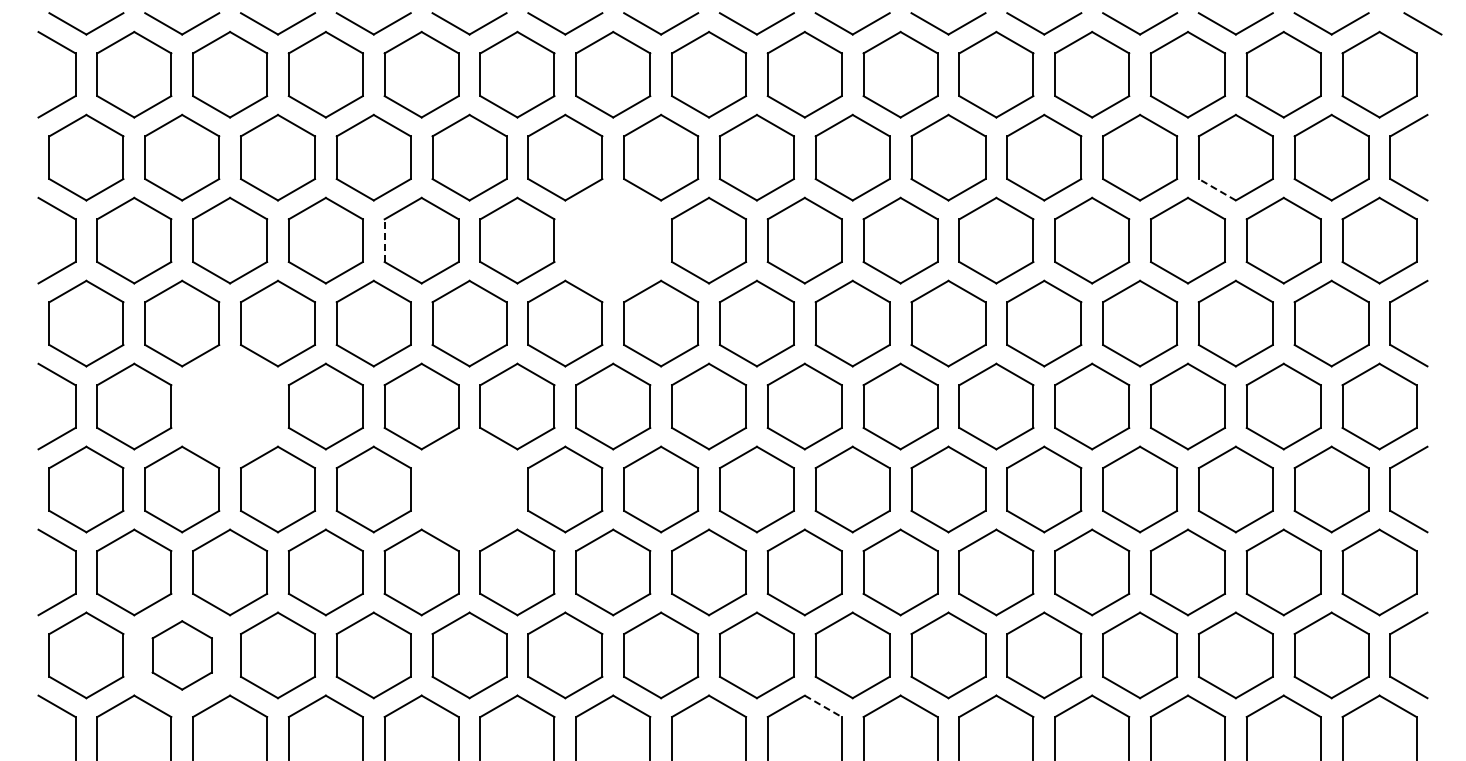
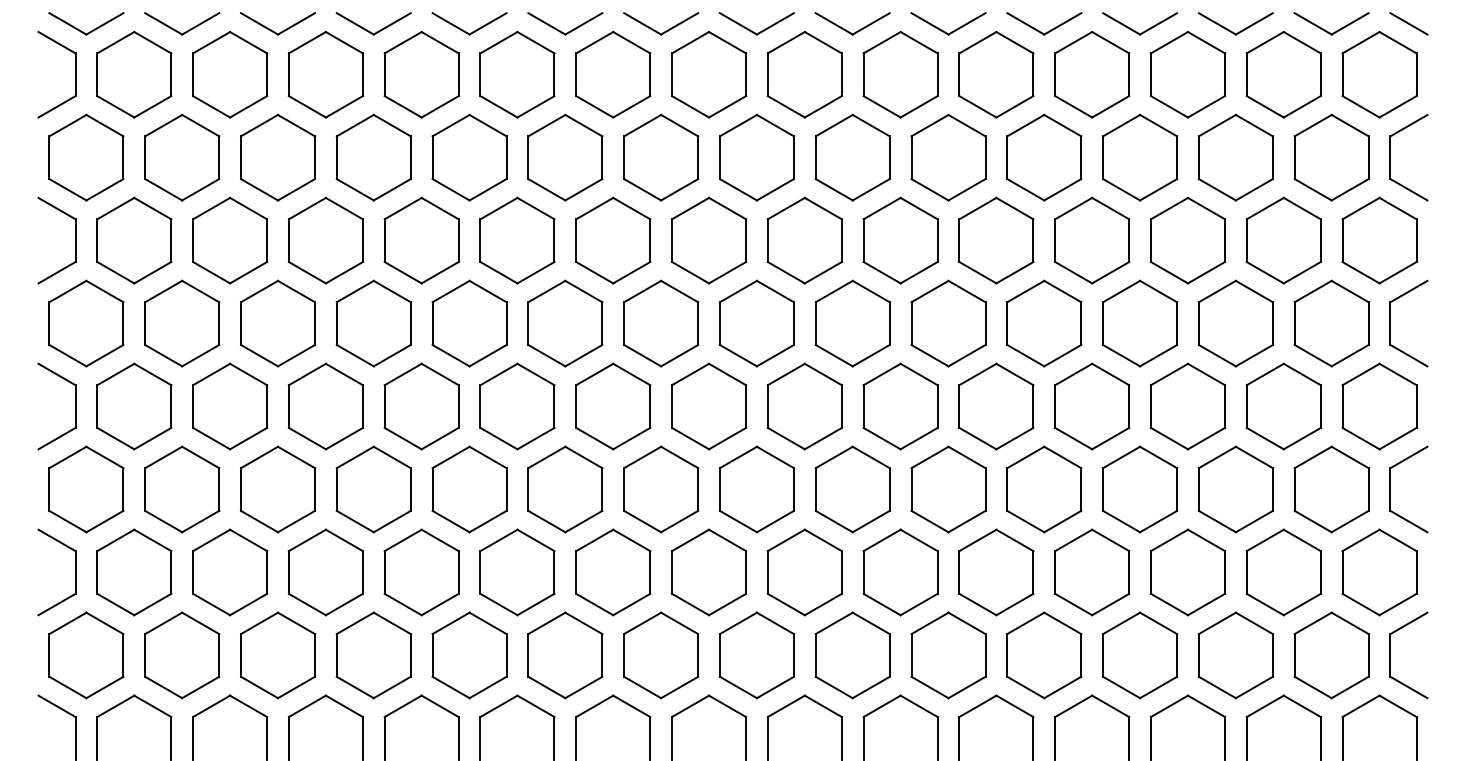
line at (1422, 23) position: (1422, 23) -> (1408, 23)
line at (1216, 189): dashed -> solid
line at (384, 240): dashed -> solid
part at (613, 240): none -> present
part at (230, 406): none -> present
part at (469, 489): none -> present
part at (181, 655) size: 62x71 px -> 77x89 px
line at (823, 706): dashed -> solid
